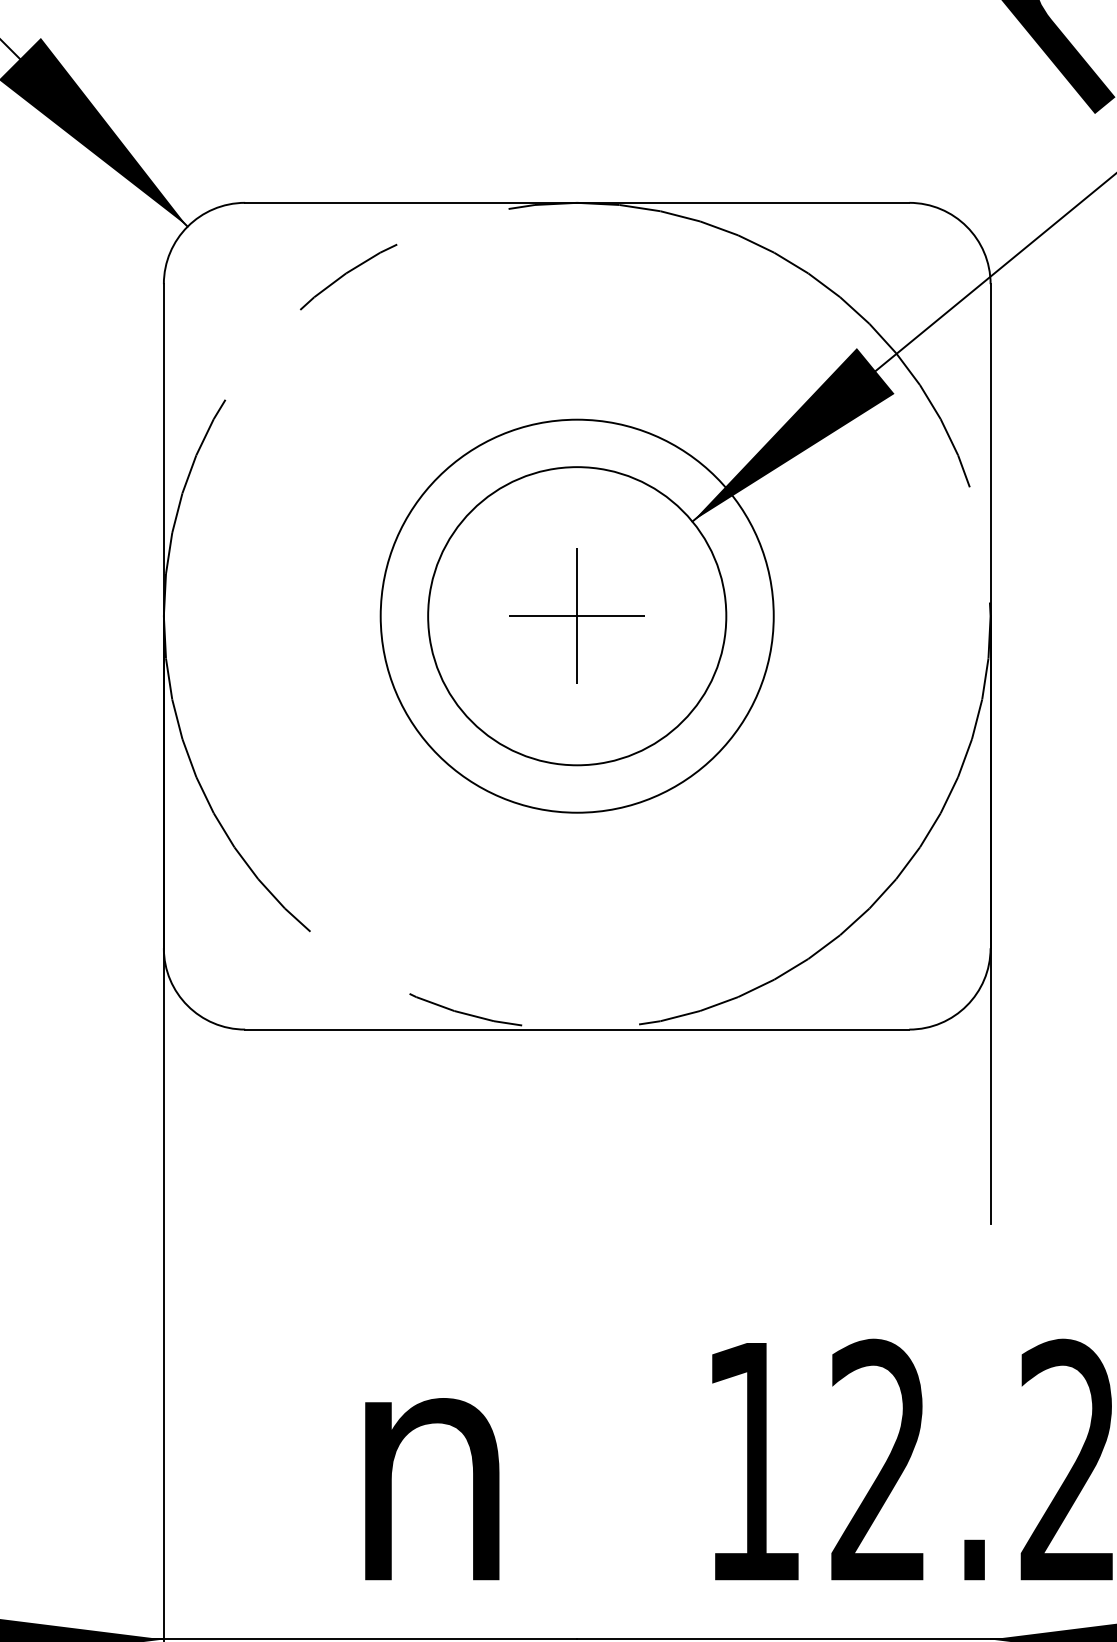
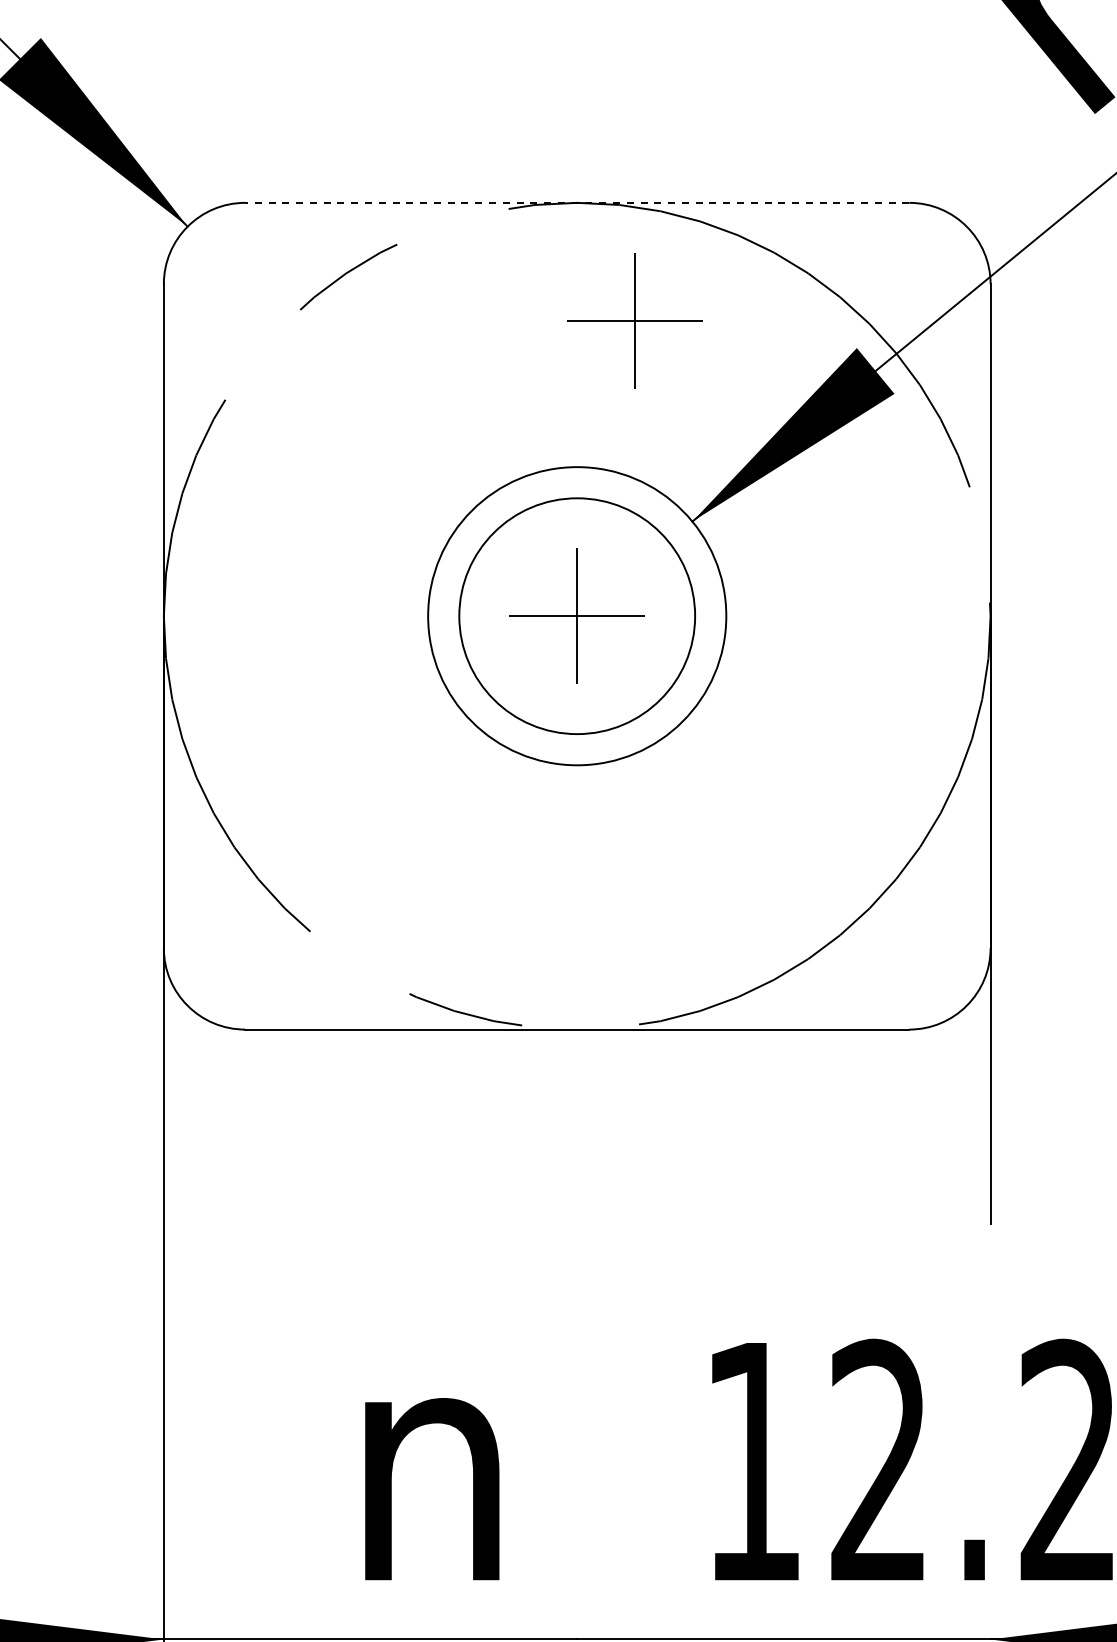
line at (576, 202): solid -> dashed
part at (634, 320): none -> present
circle at (576, 615) diameter: 393 px -> 236 px
